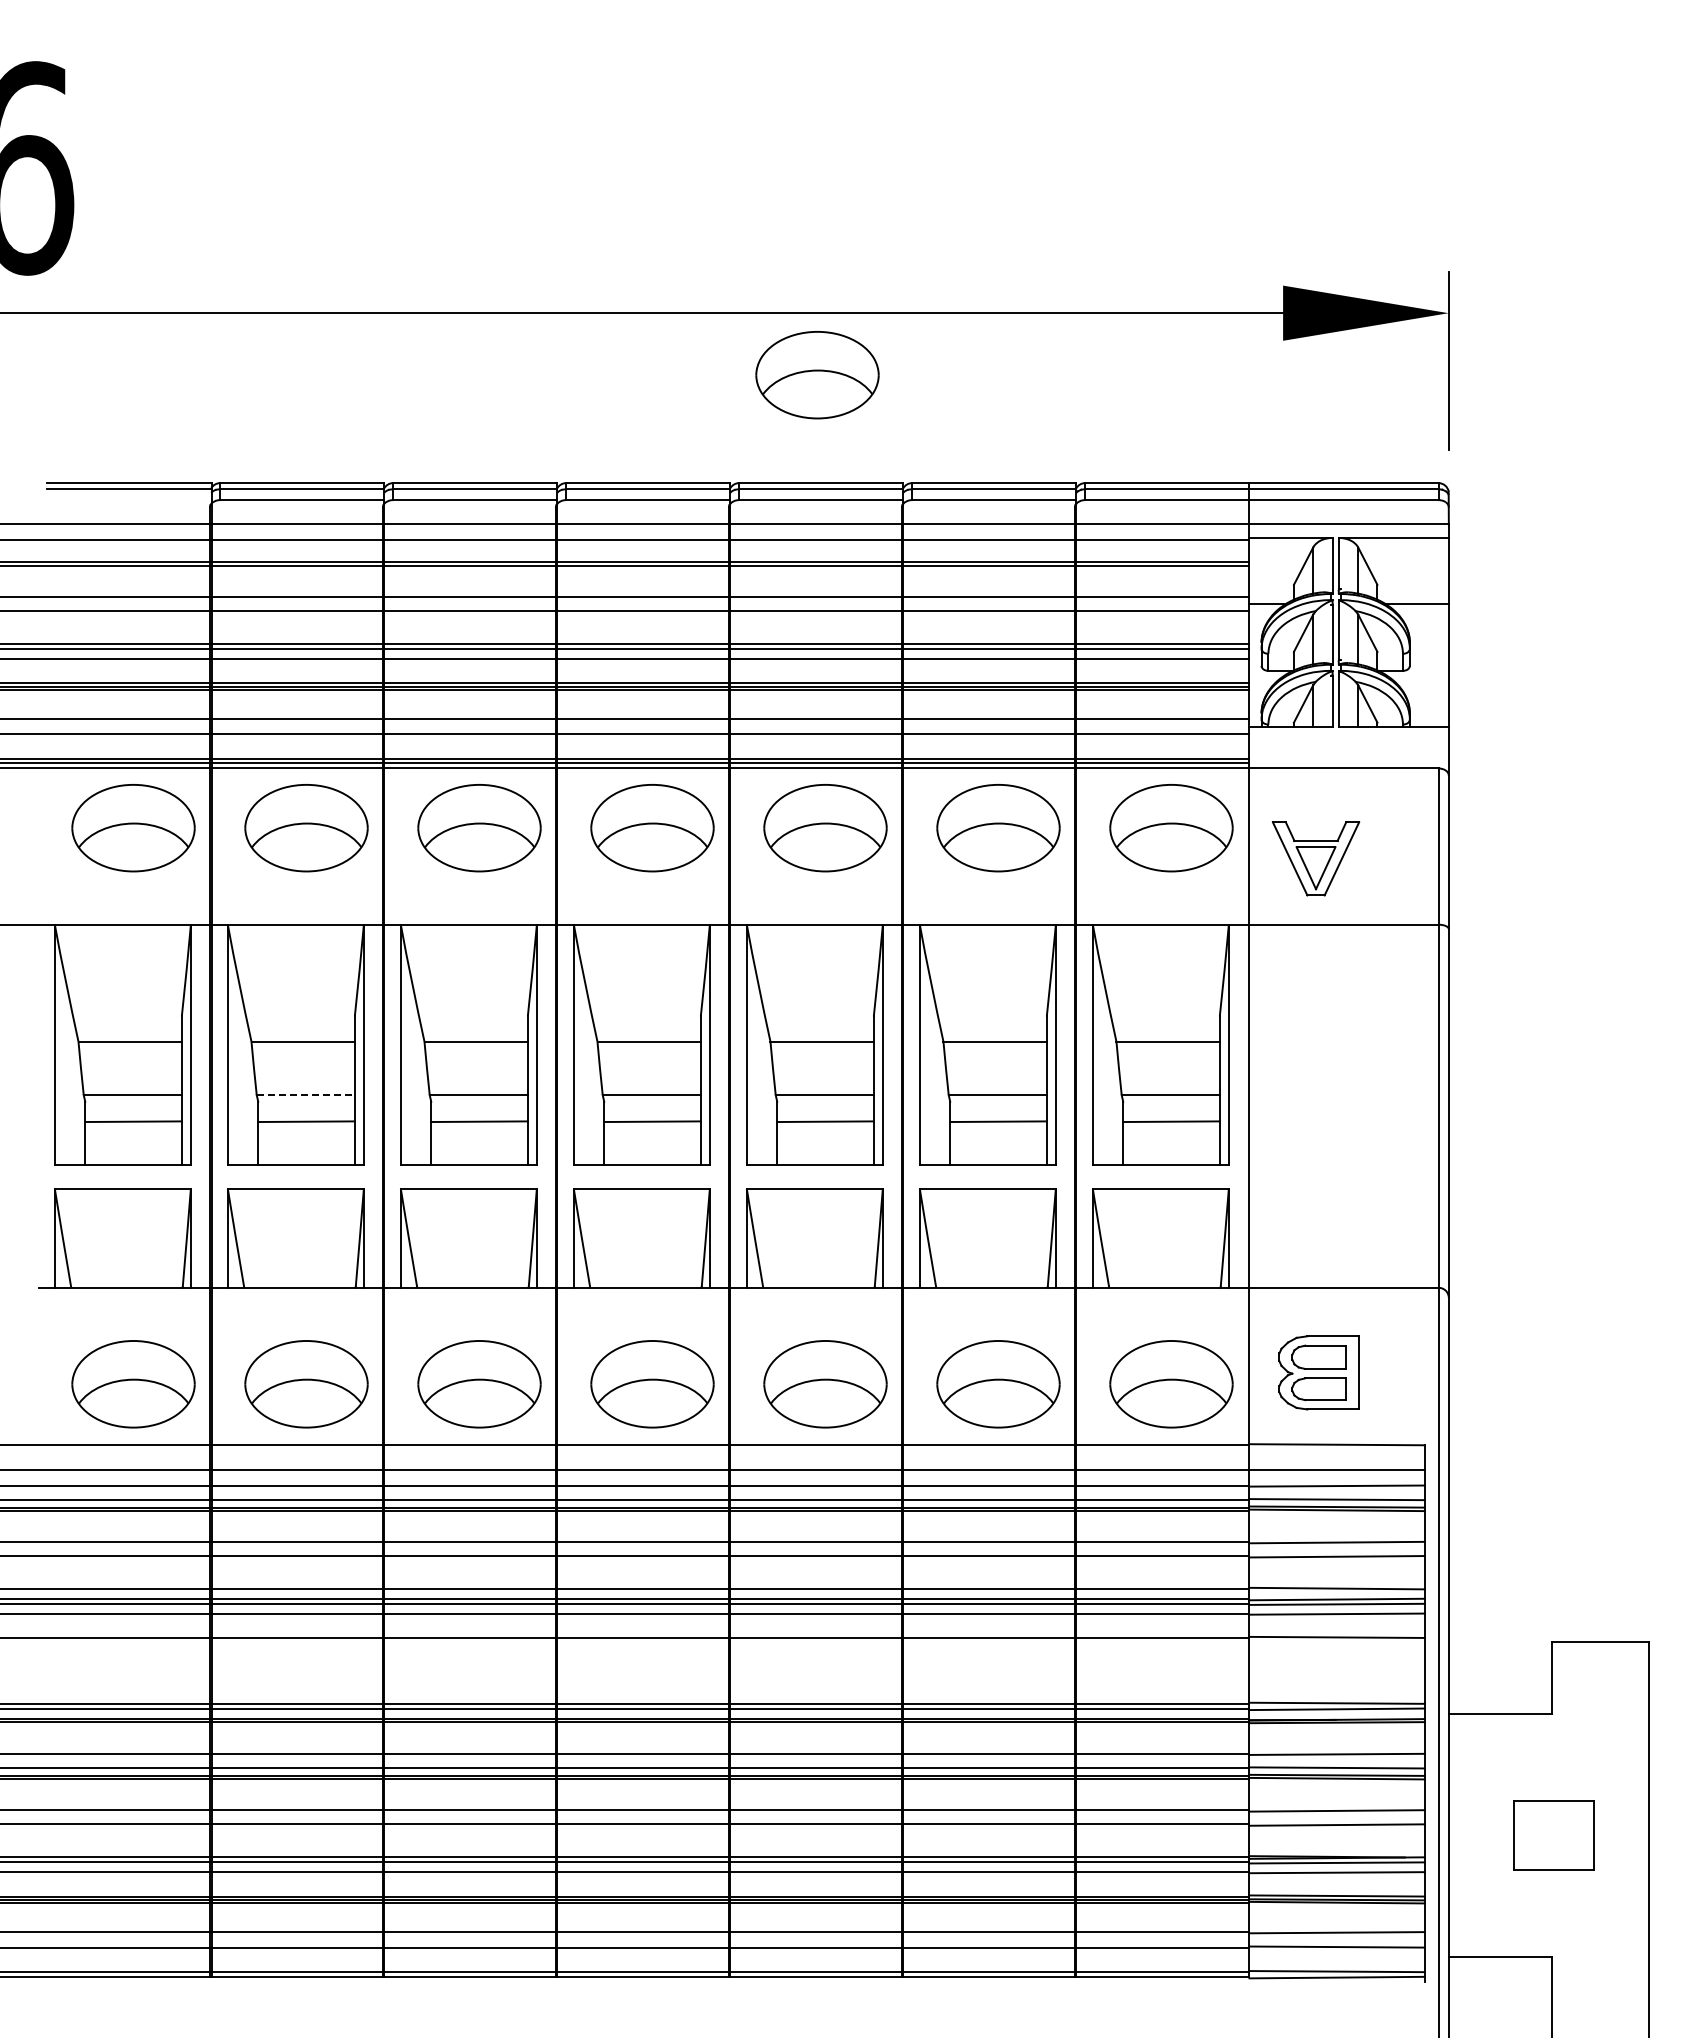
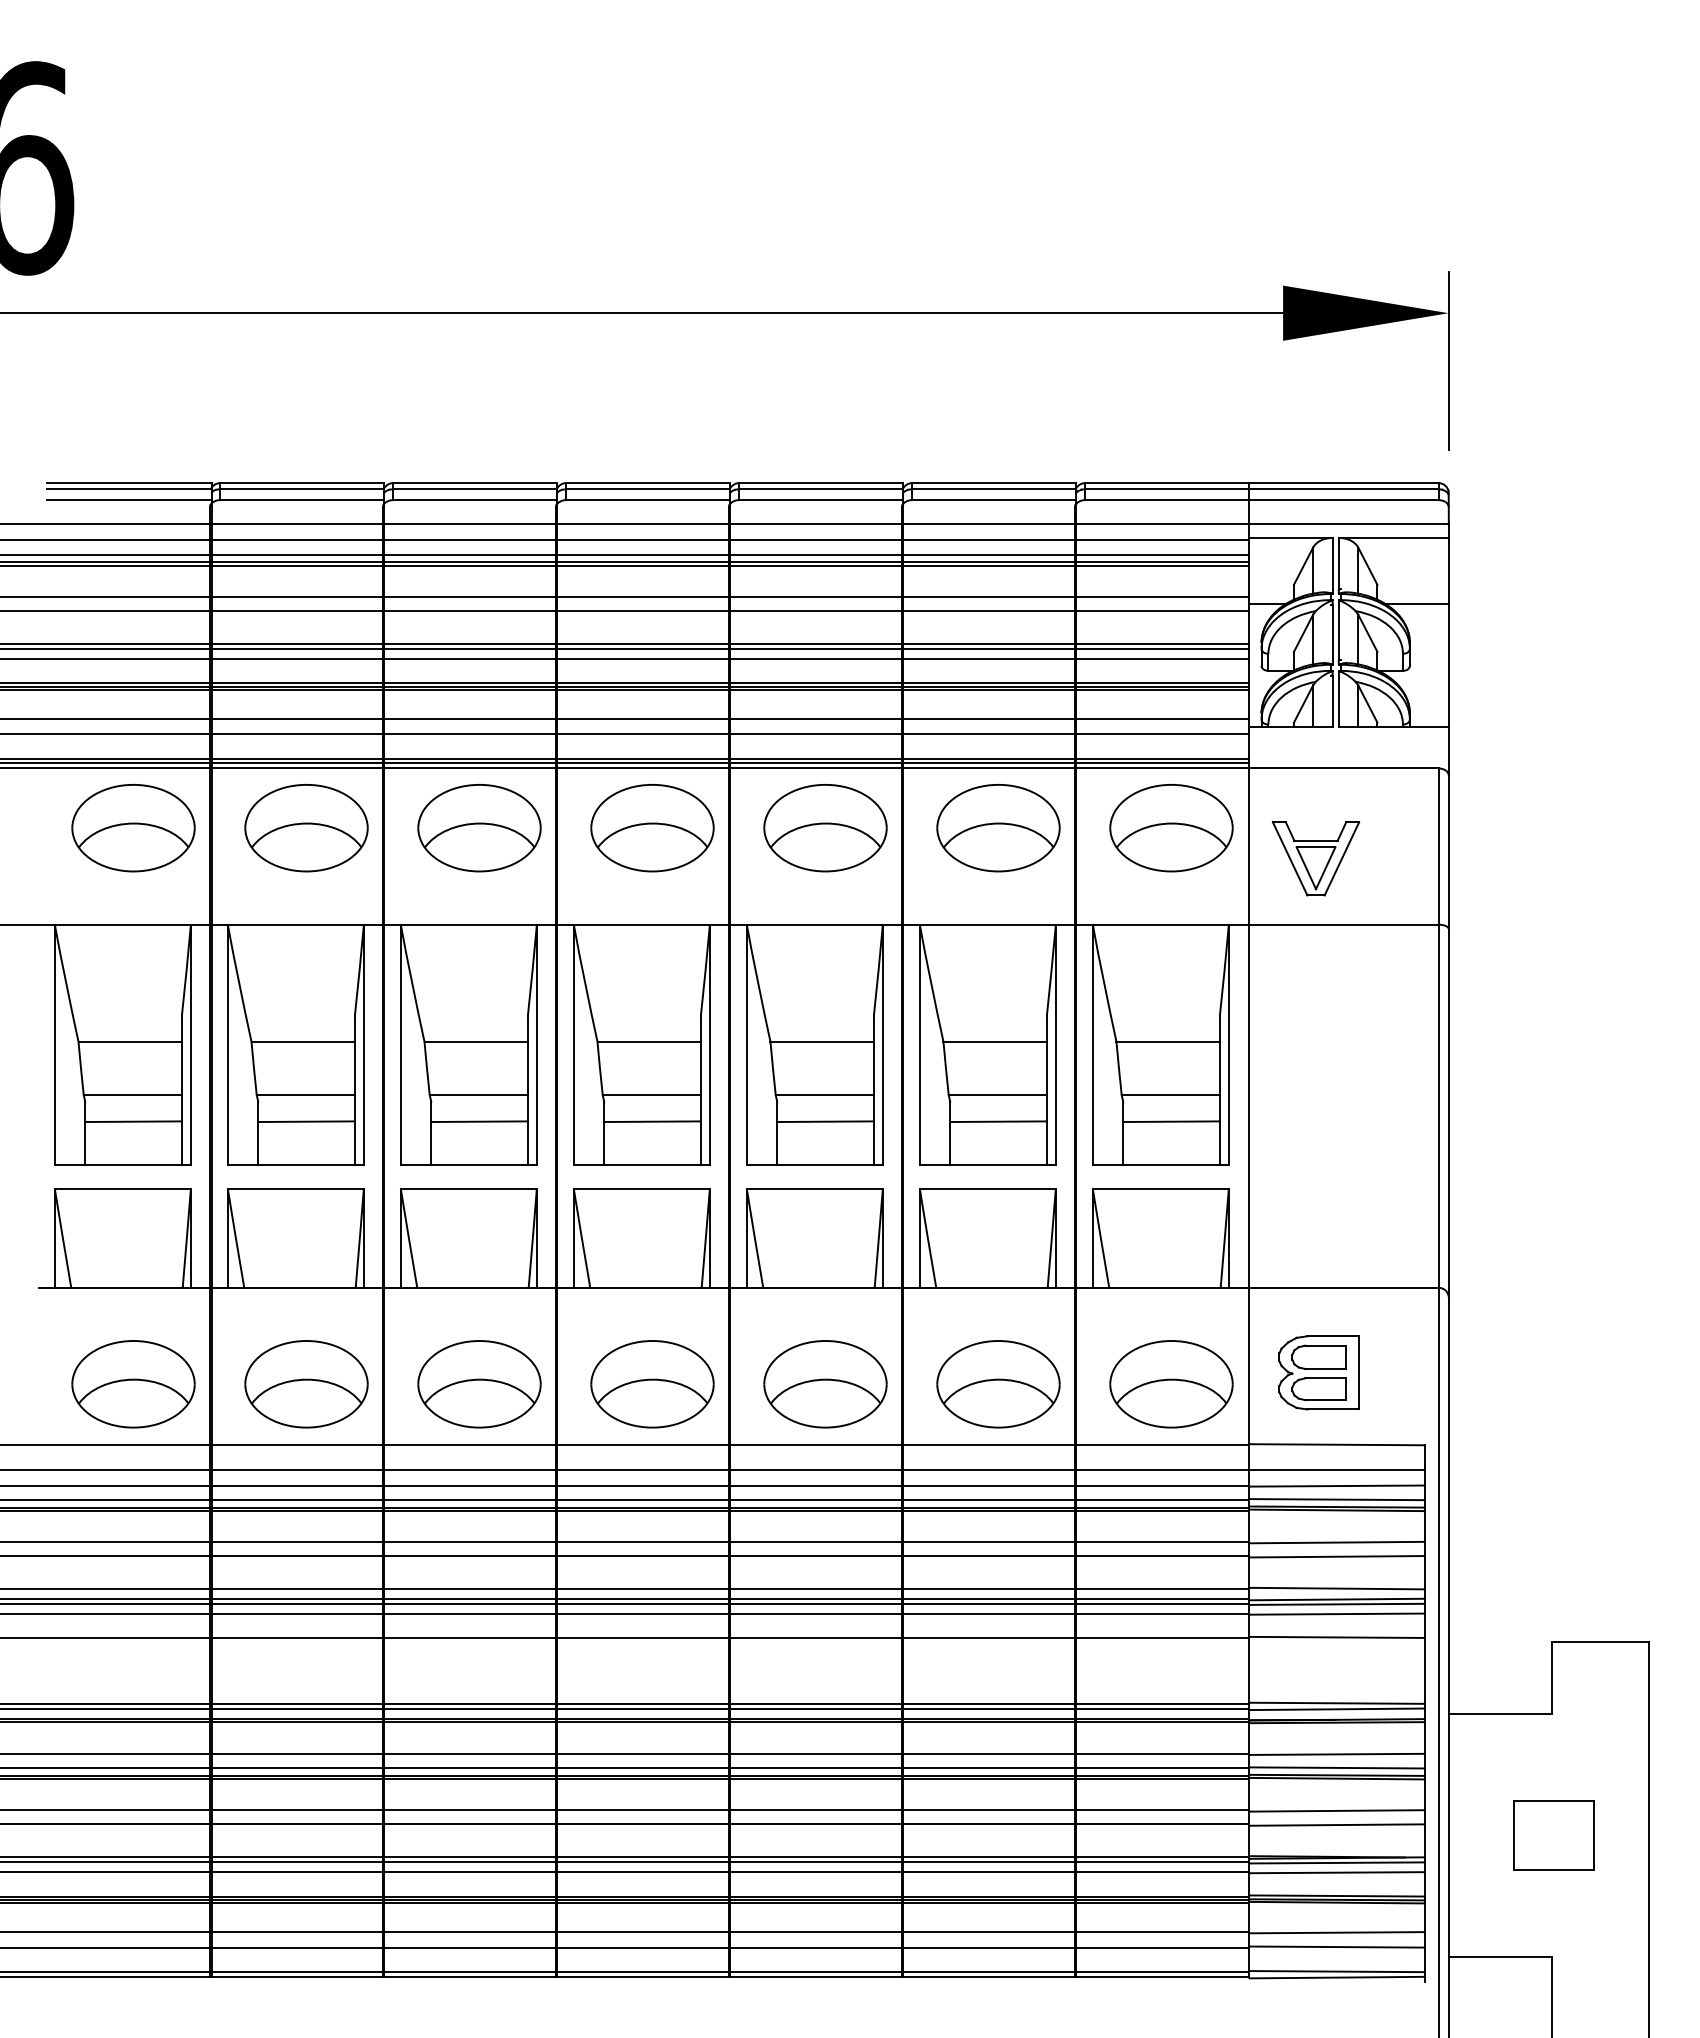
part at (817, 375): present -> none
line at (129, 500): none -> present
line at (625, 554): none -> present
line at (306, 1095): dashed -> solid
